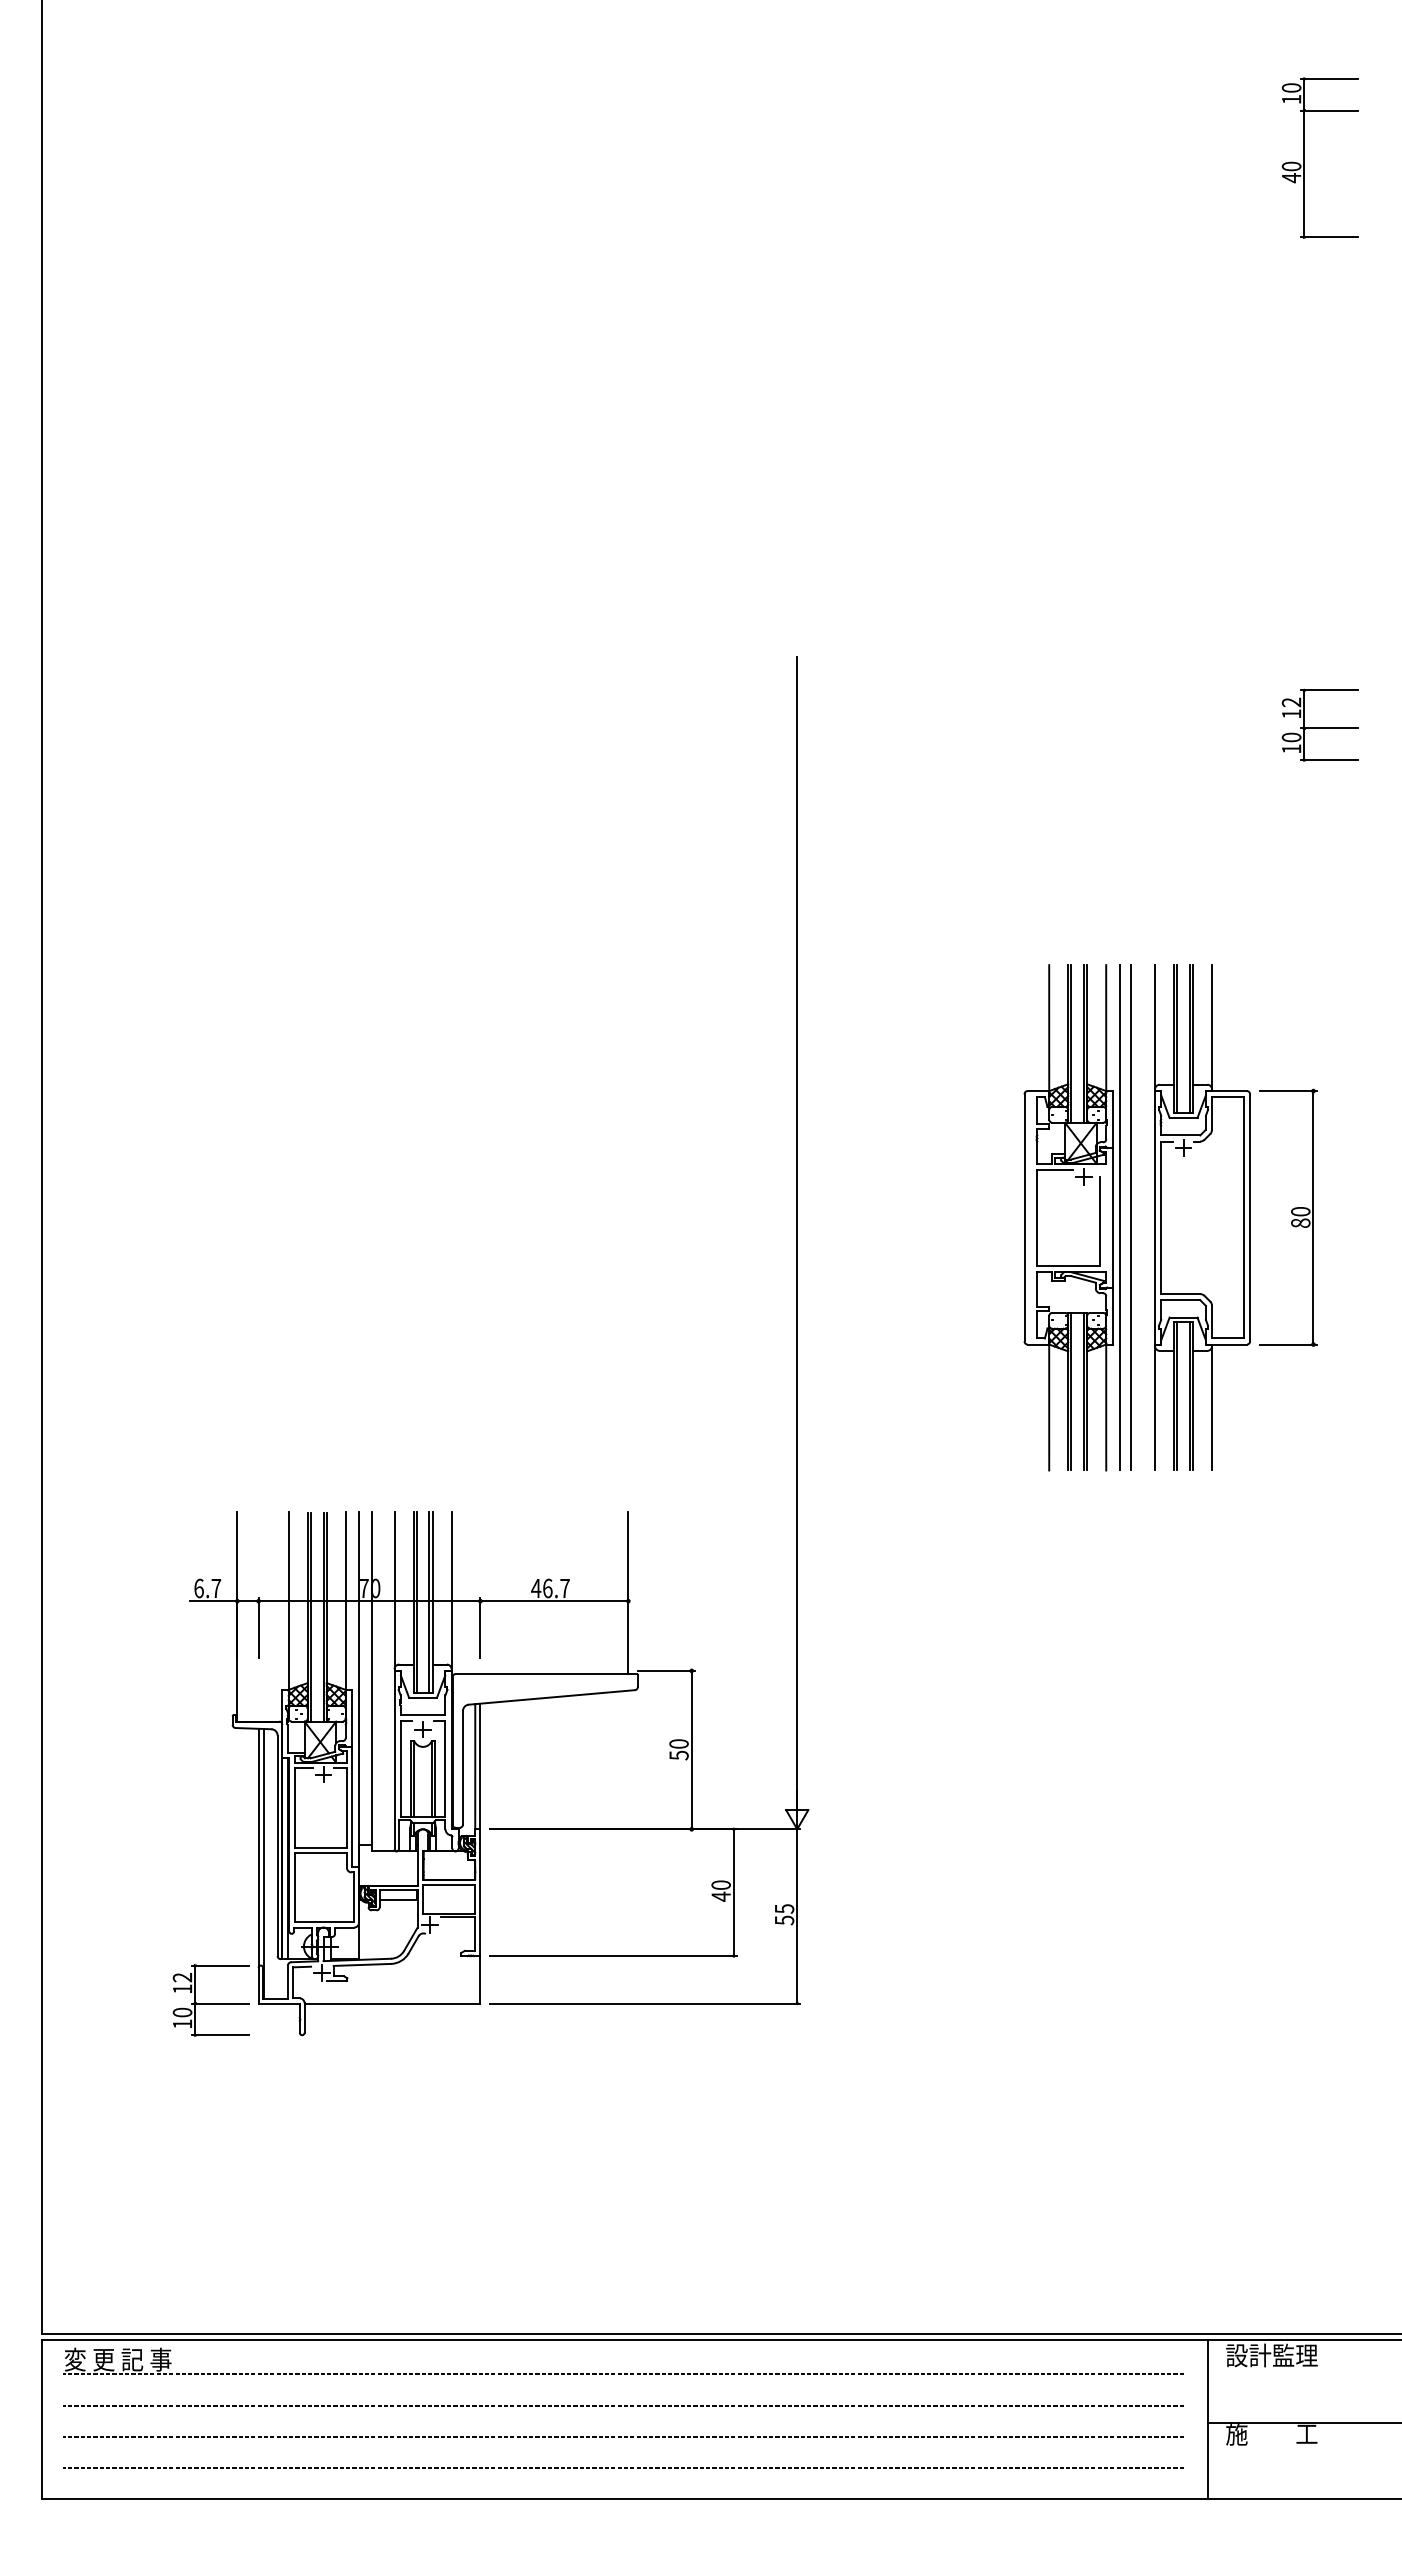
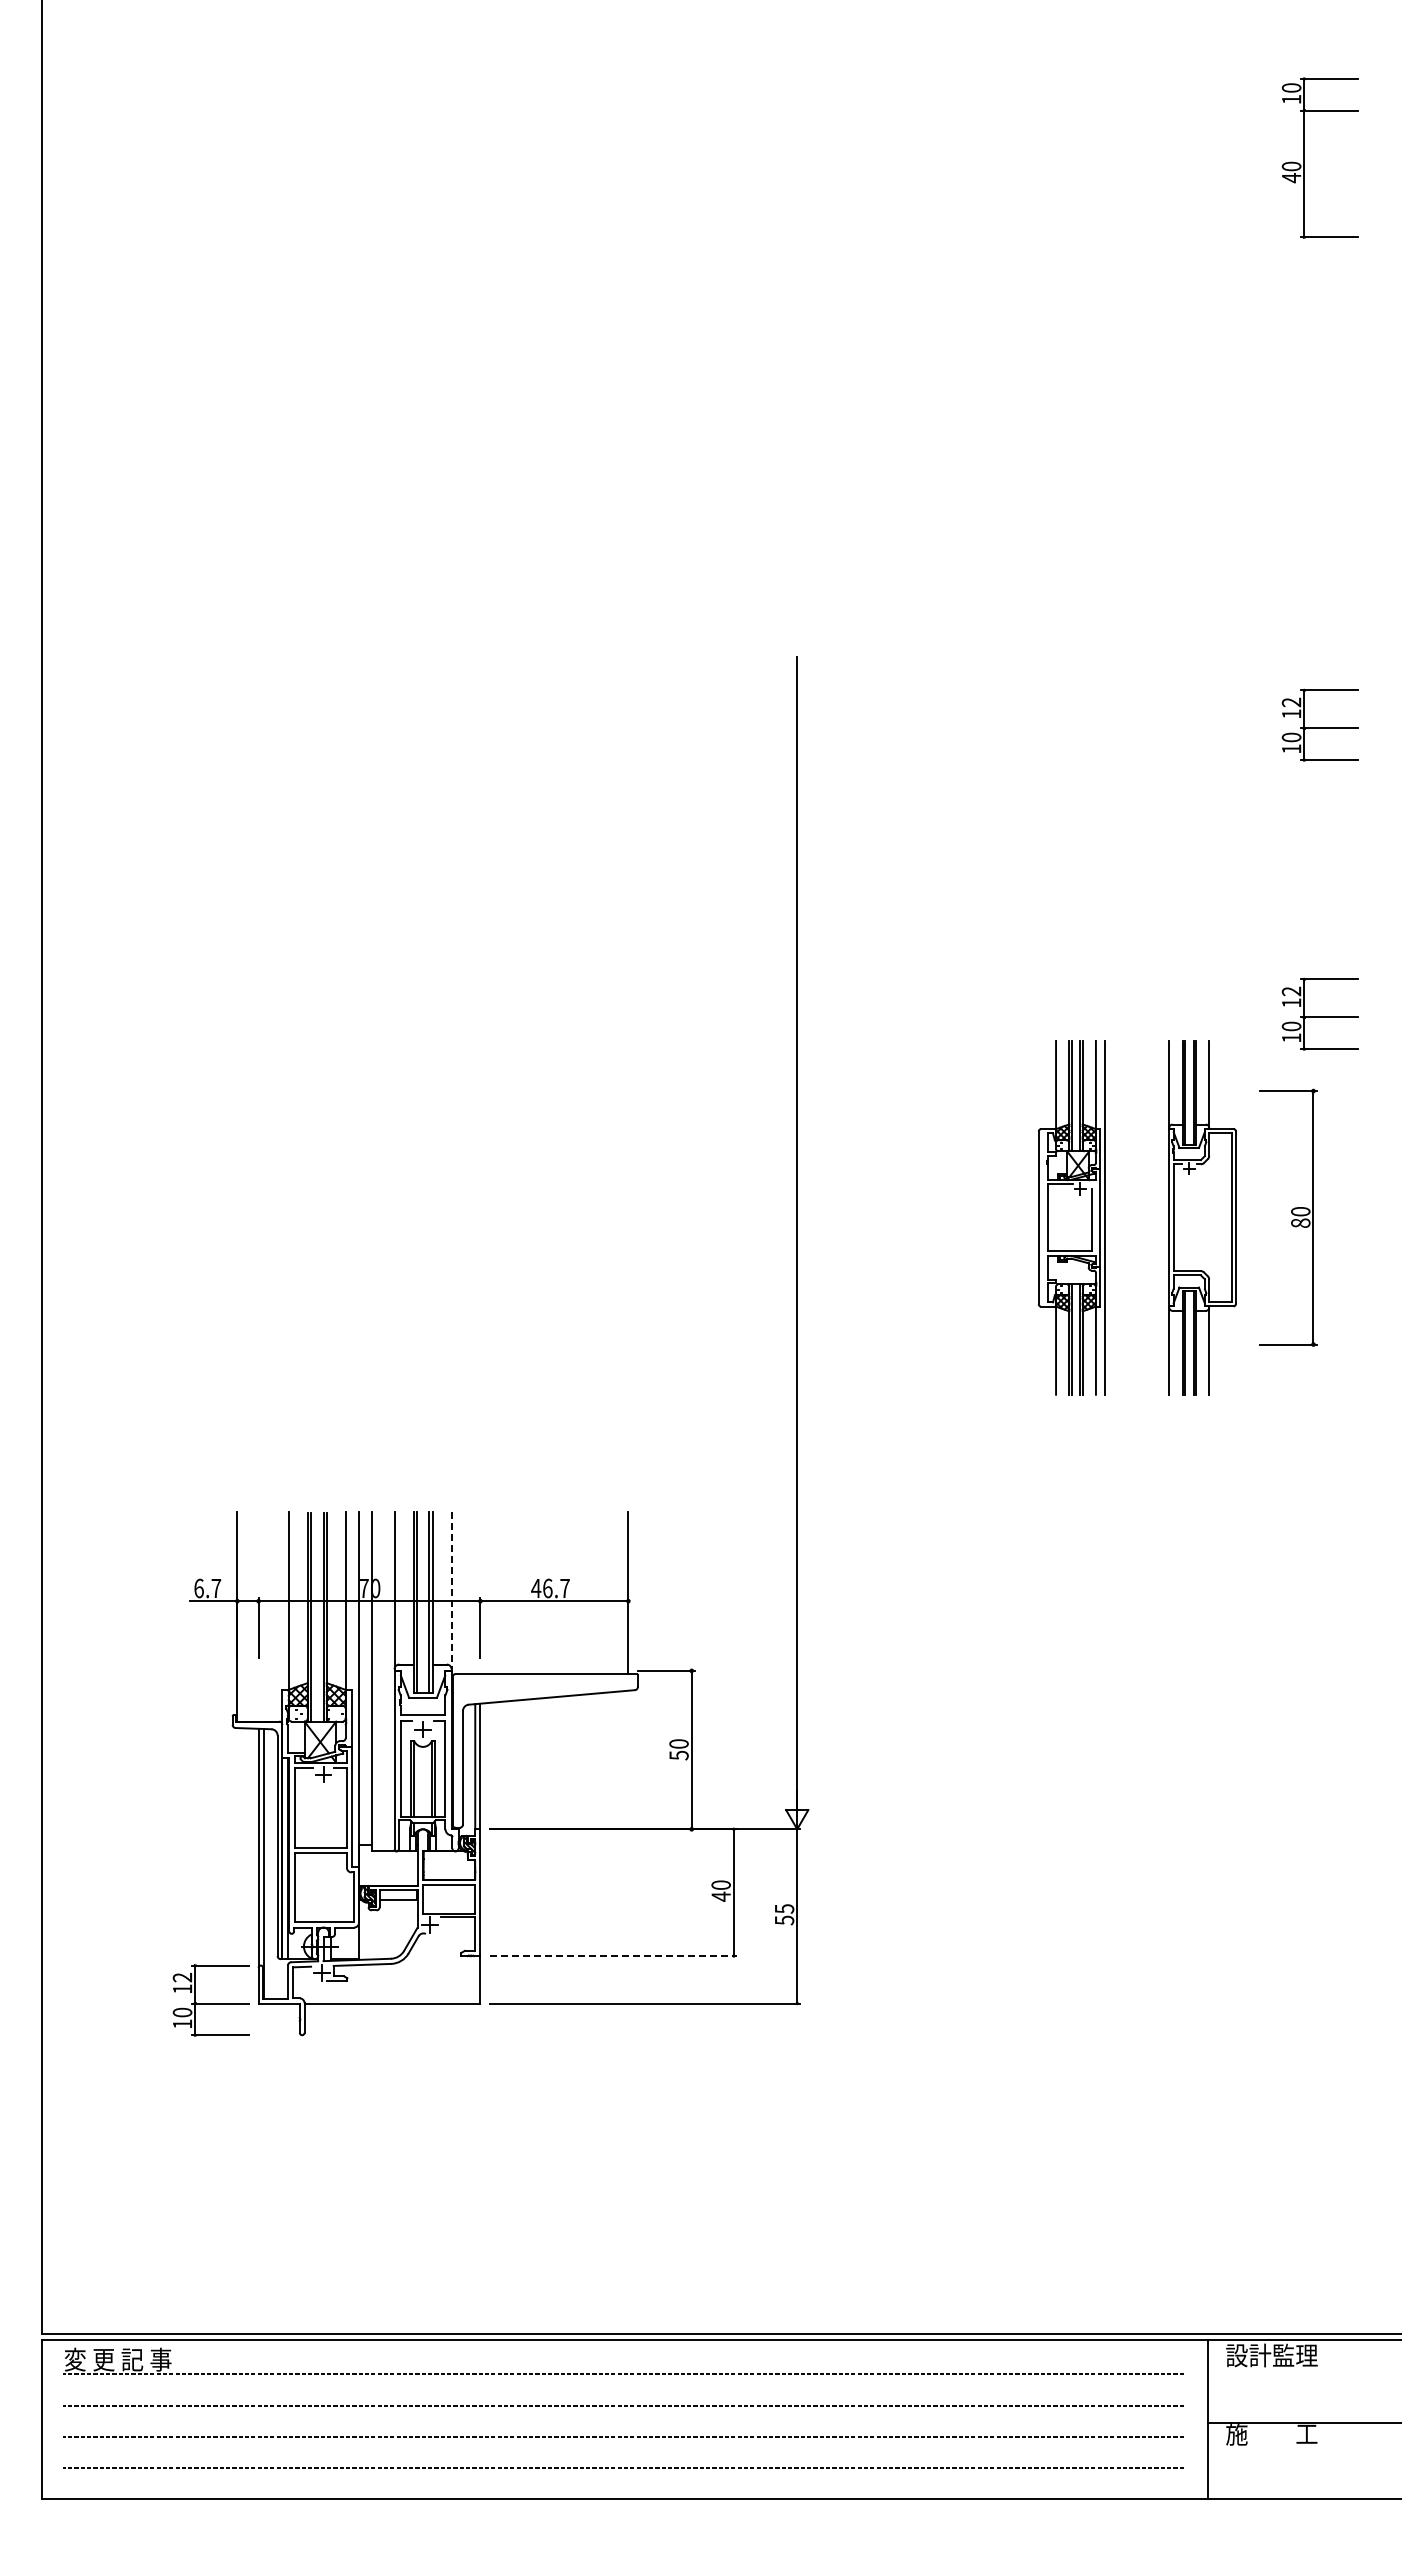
part at (1319, 1013): none -> present
part at (1071, 1217) size: 98x508 px -> 68x356 px
line at (1130, 1217): present -> none
part at (1202, 1217) size: 97x507 px -> 69x356 px
line at (451, 1591): solid -> dashed
line at (613, 1956): solid -> dashed
